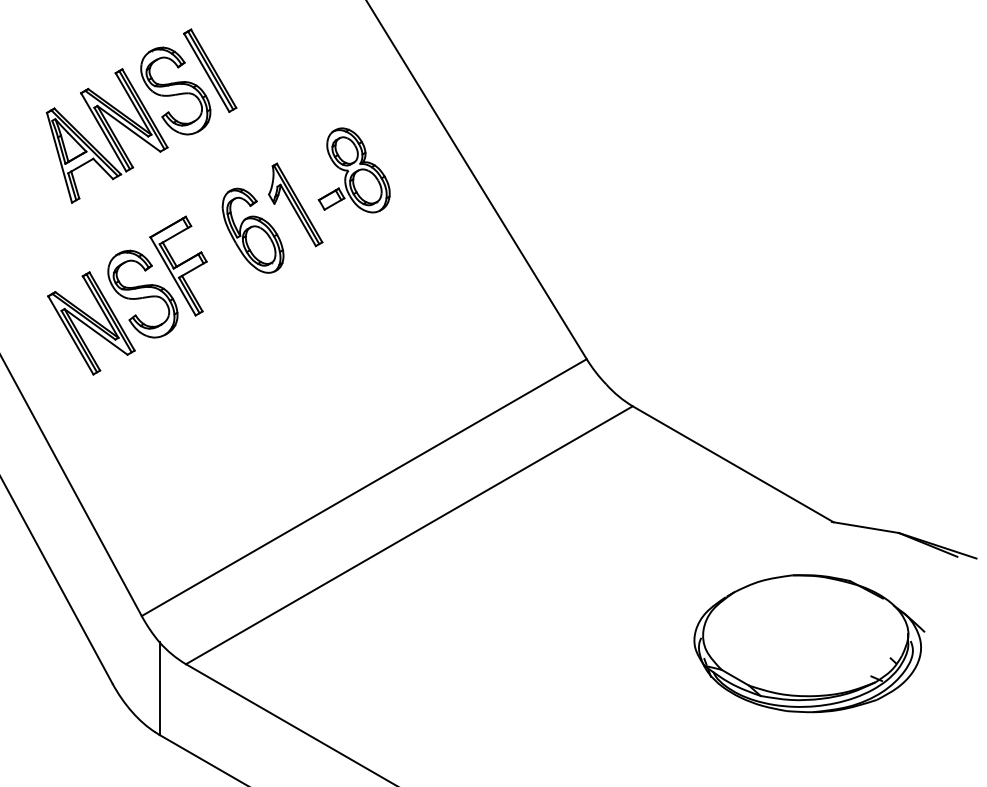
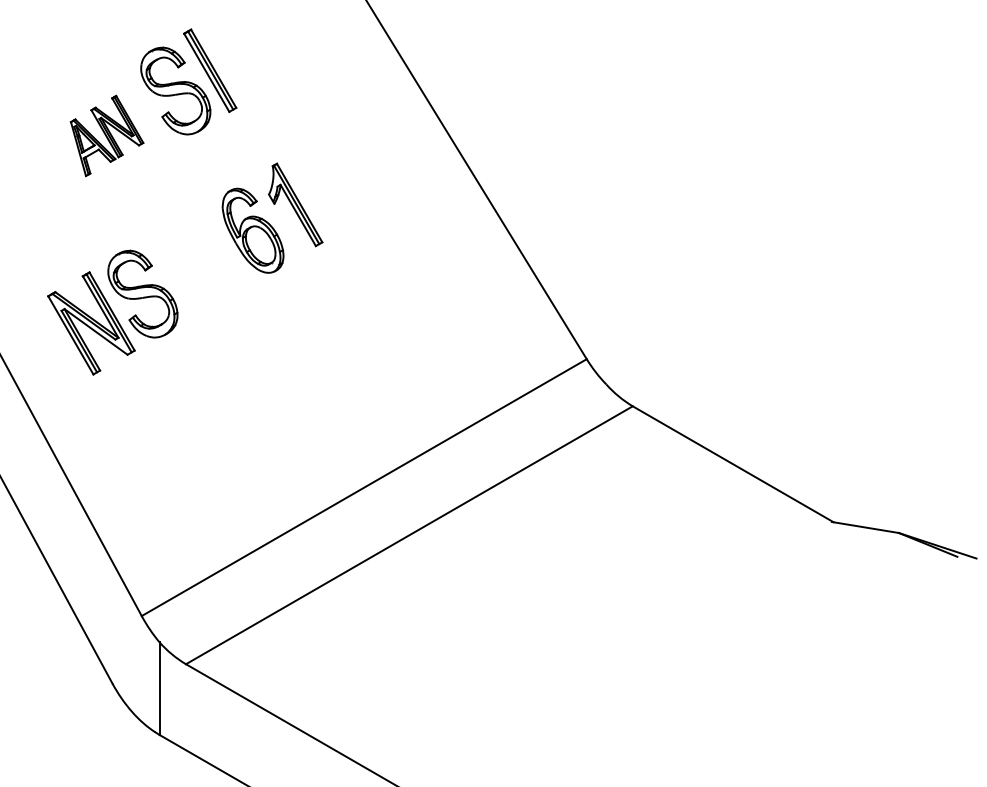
part at (106, 135) size: 124x136 px -> 76x84 px
part at (353, 170): present -> none
part at (178, 265): present -> none
part at (809, 643): present -> none
